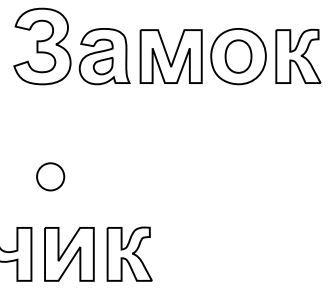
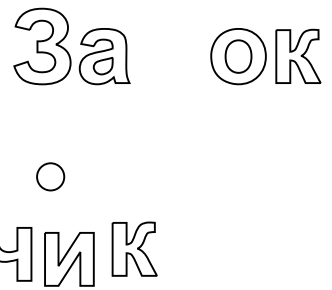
part at (170, 56): present -> none
part at (129, 253) position: (129, 253) -> (134, 248)
part at (69, 254) position: (69, 254) -> (69, 259)
